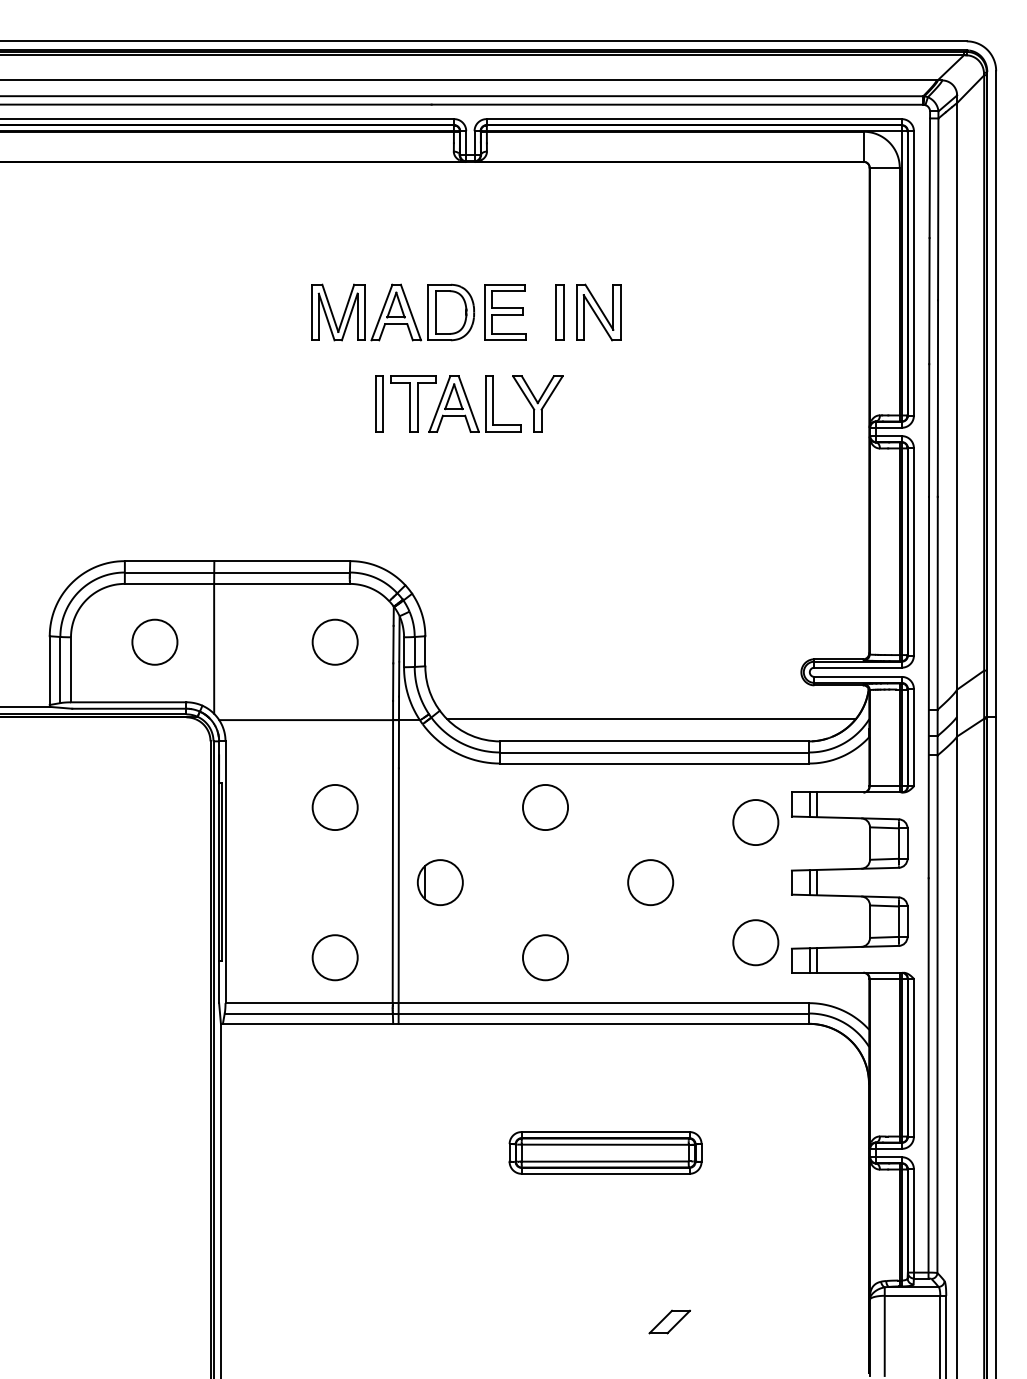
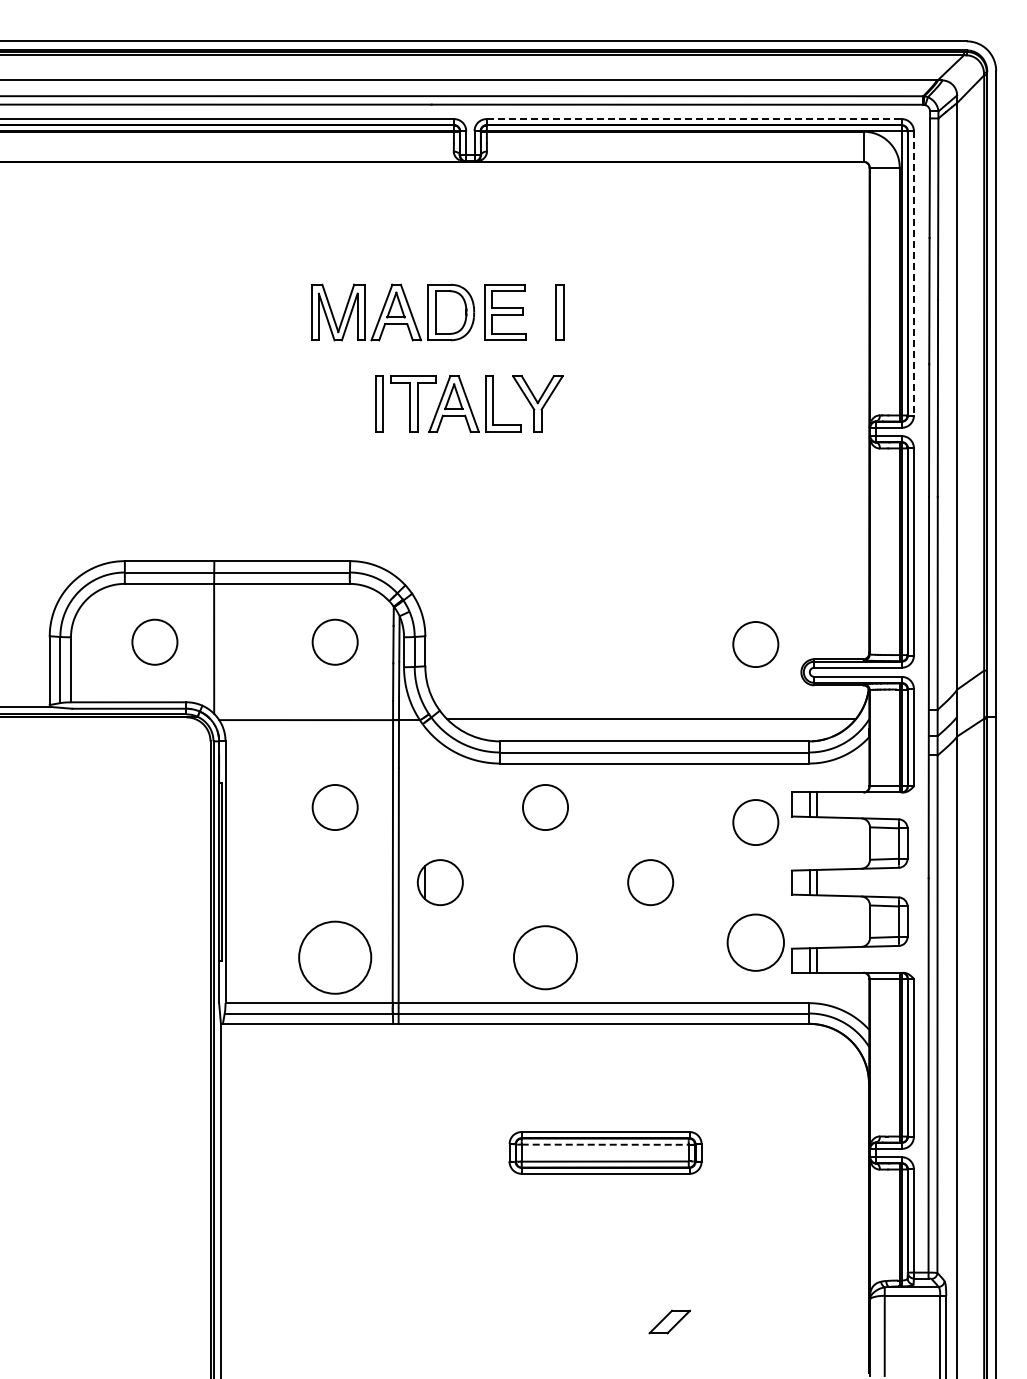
line at (694, 119): solid -> dashed
line at (913, 273): solid -> dashed
part at (598, 312): present -> none
circle at (755, 644): none -> present
circle at (755, 942) diameter: 45 px -> 56 px
circle at (334, 957) diameter: 45 px -> 72 px
circle at (545, 957) diameter: 45 px -> 63 px
line at (605, 1144): solid -> dashed
